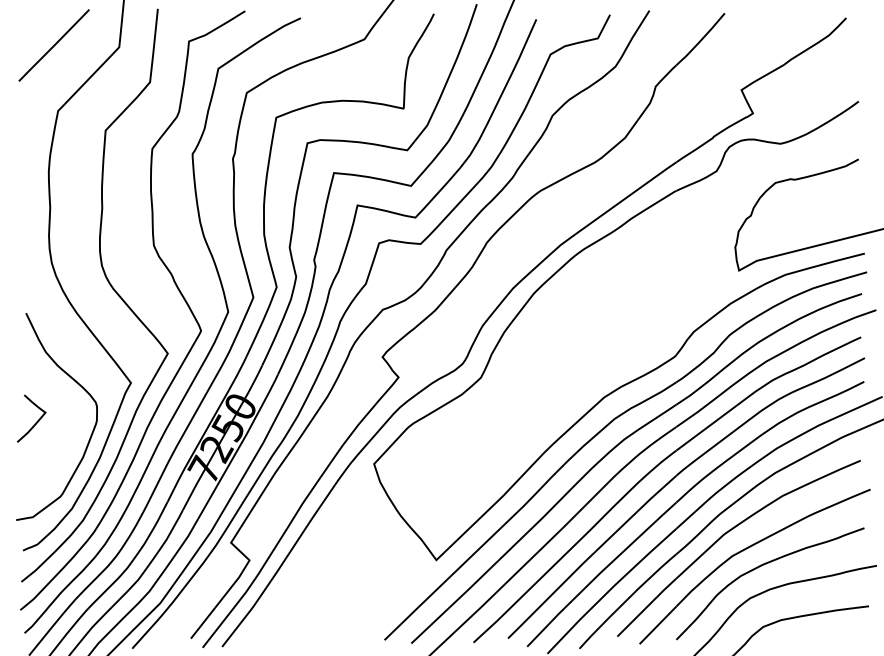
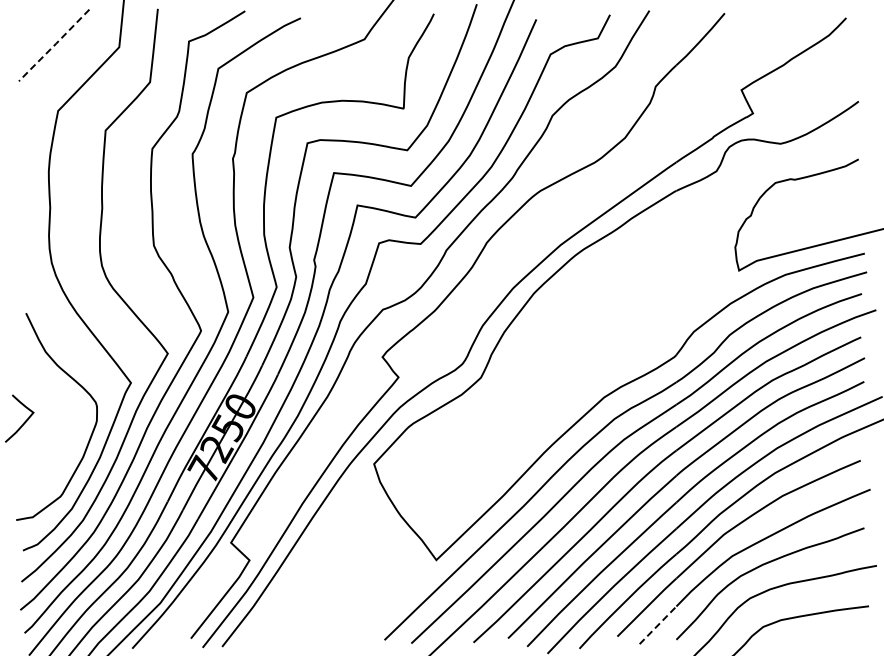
line at (54, 45): solid -> dashed
curve at (35, 422) position: (35, 422) -> (23, 422)
line at (657, 625): solid -> dashed
